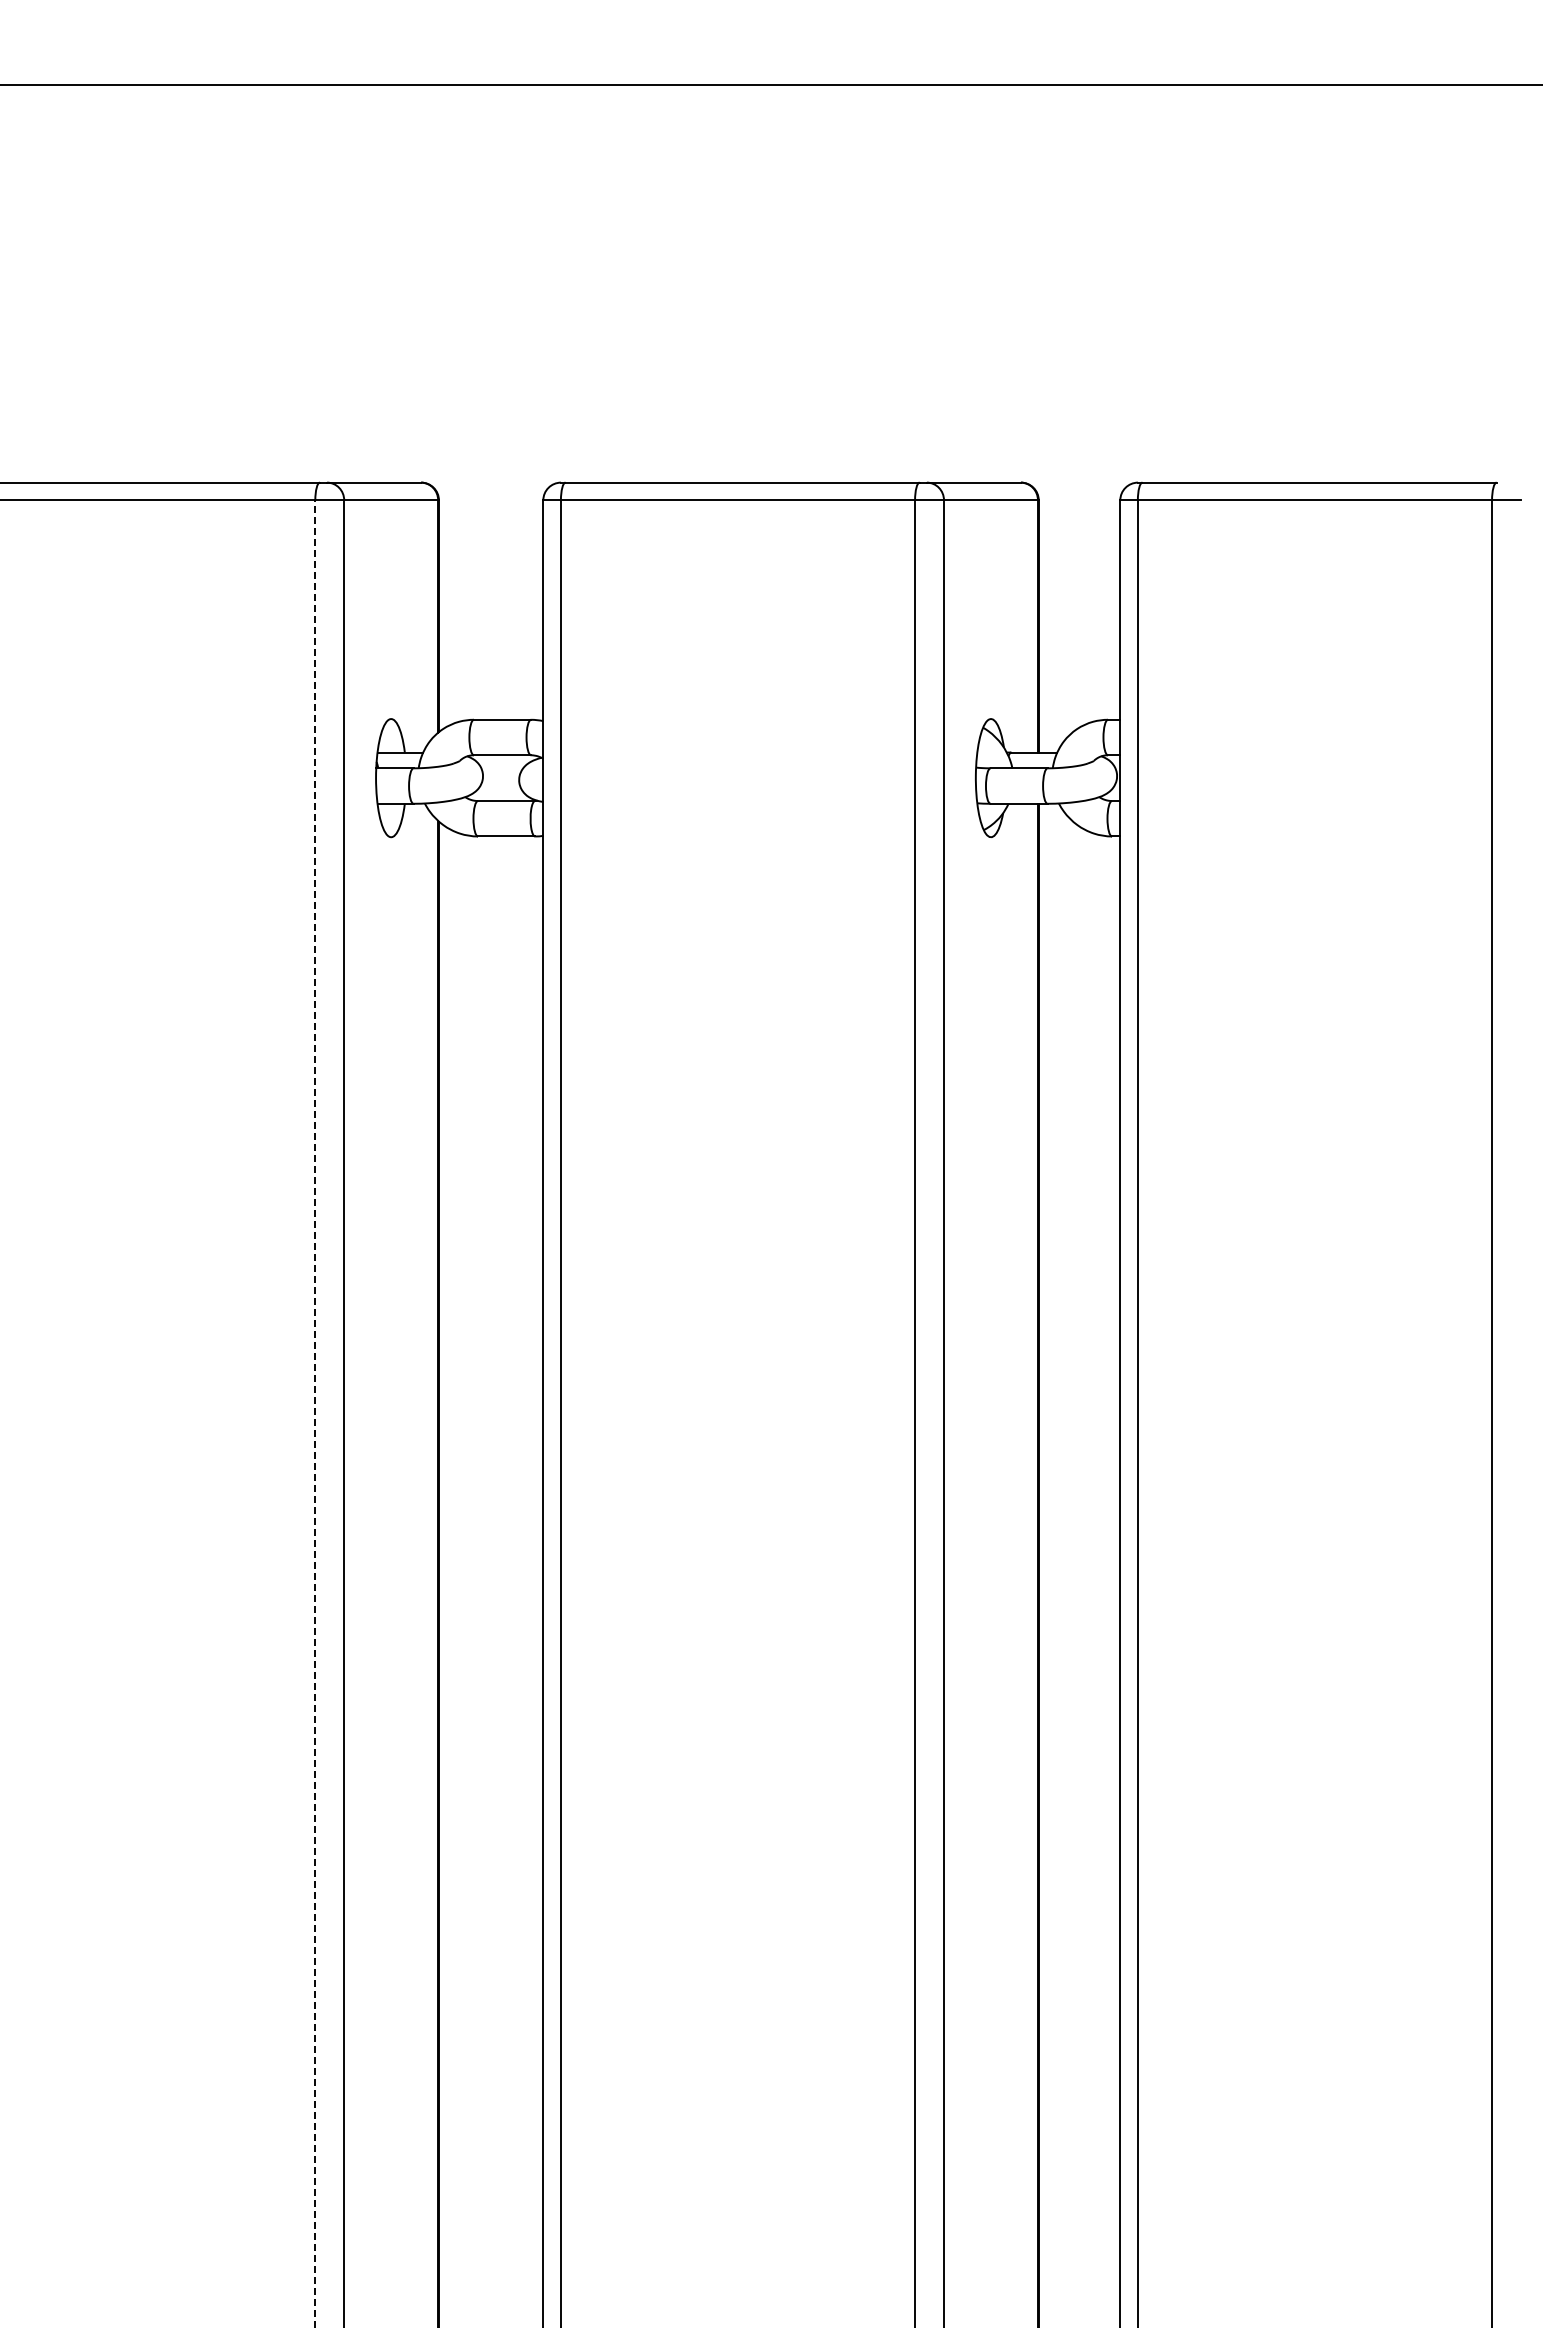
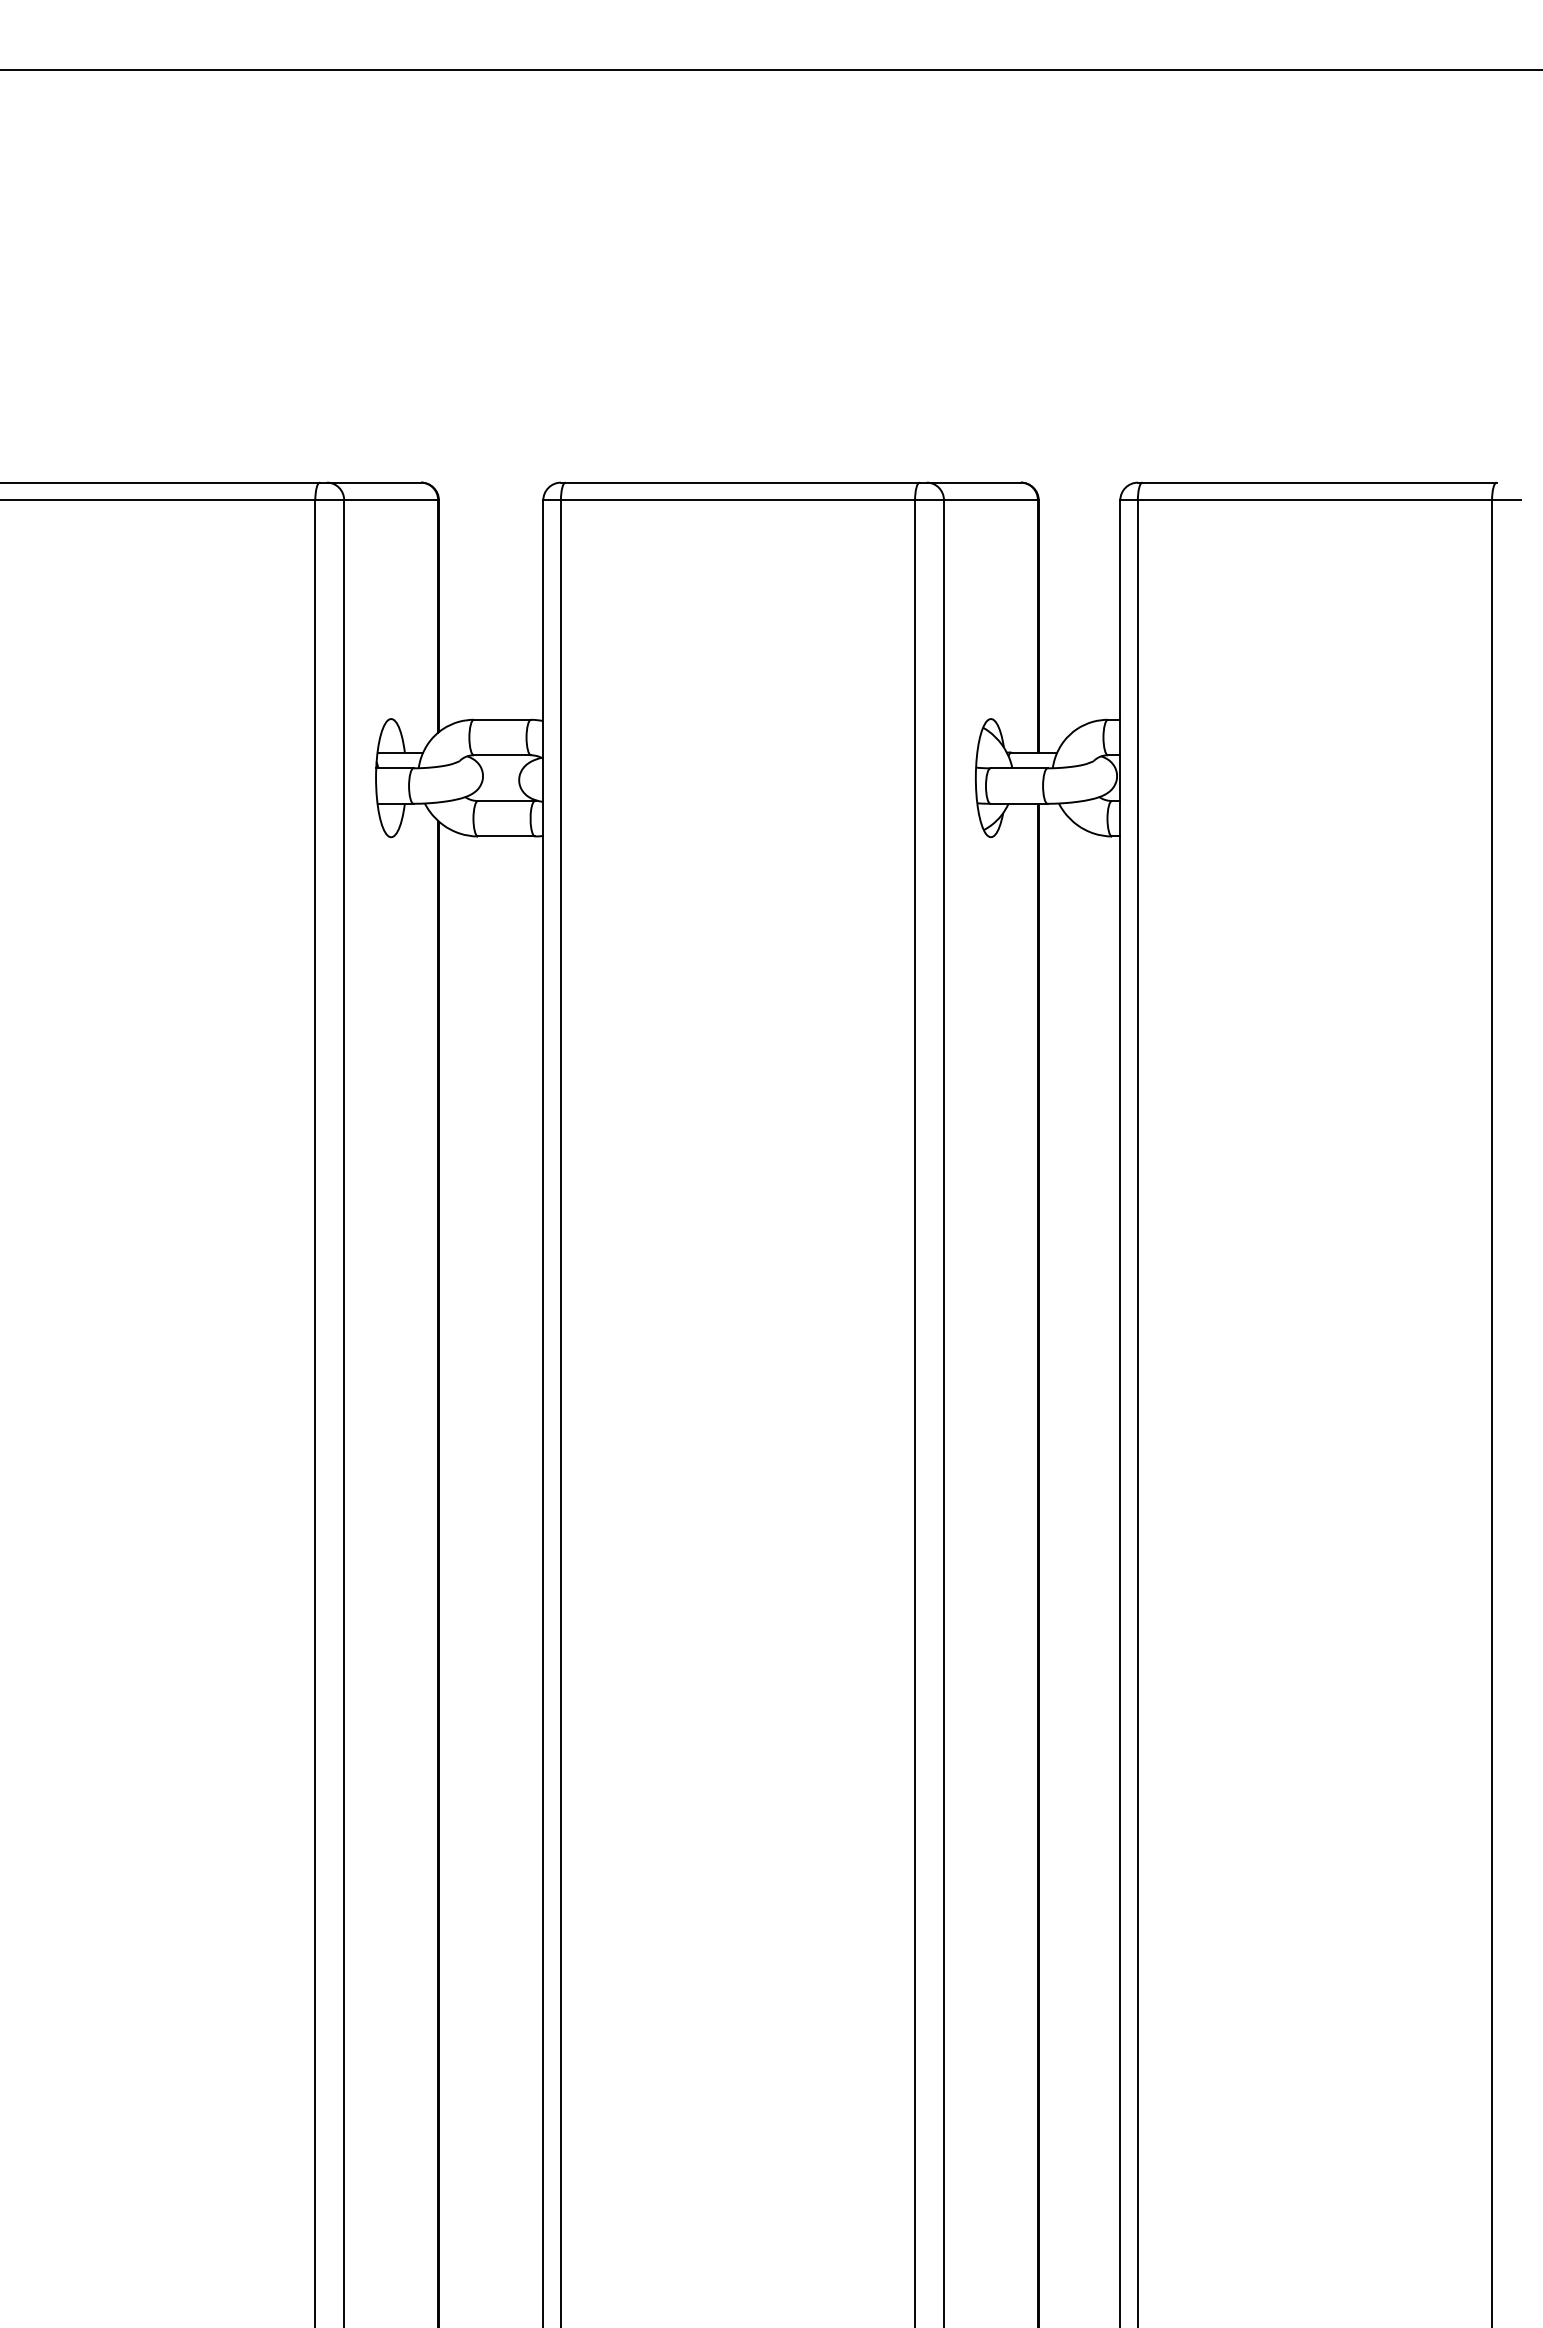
line at (770, 84) position: (770, 84) -> (770, 69)
line at (315, 1413): dashed -> solid
